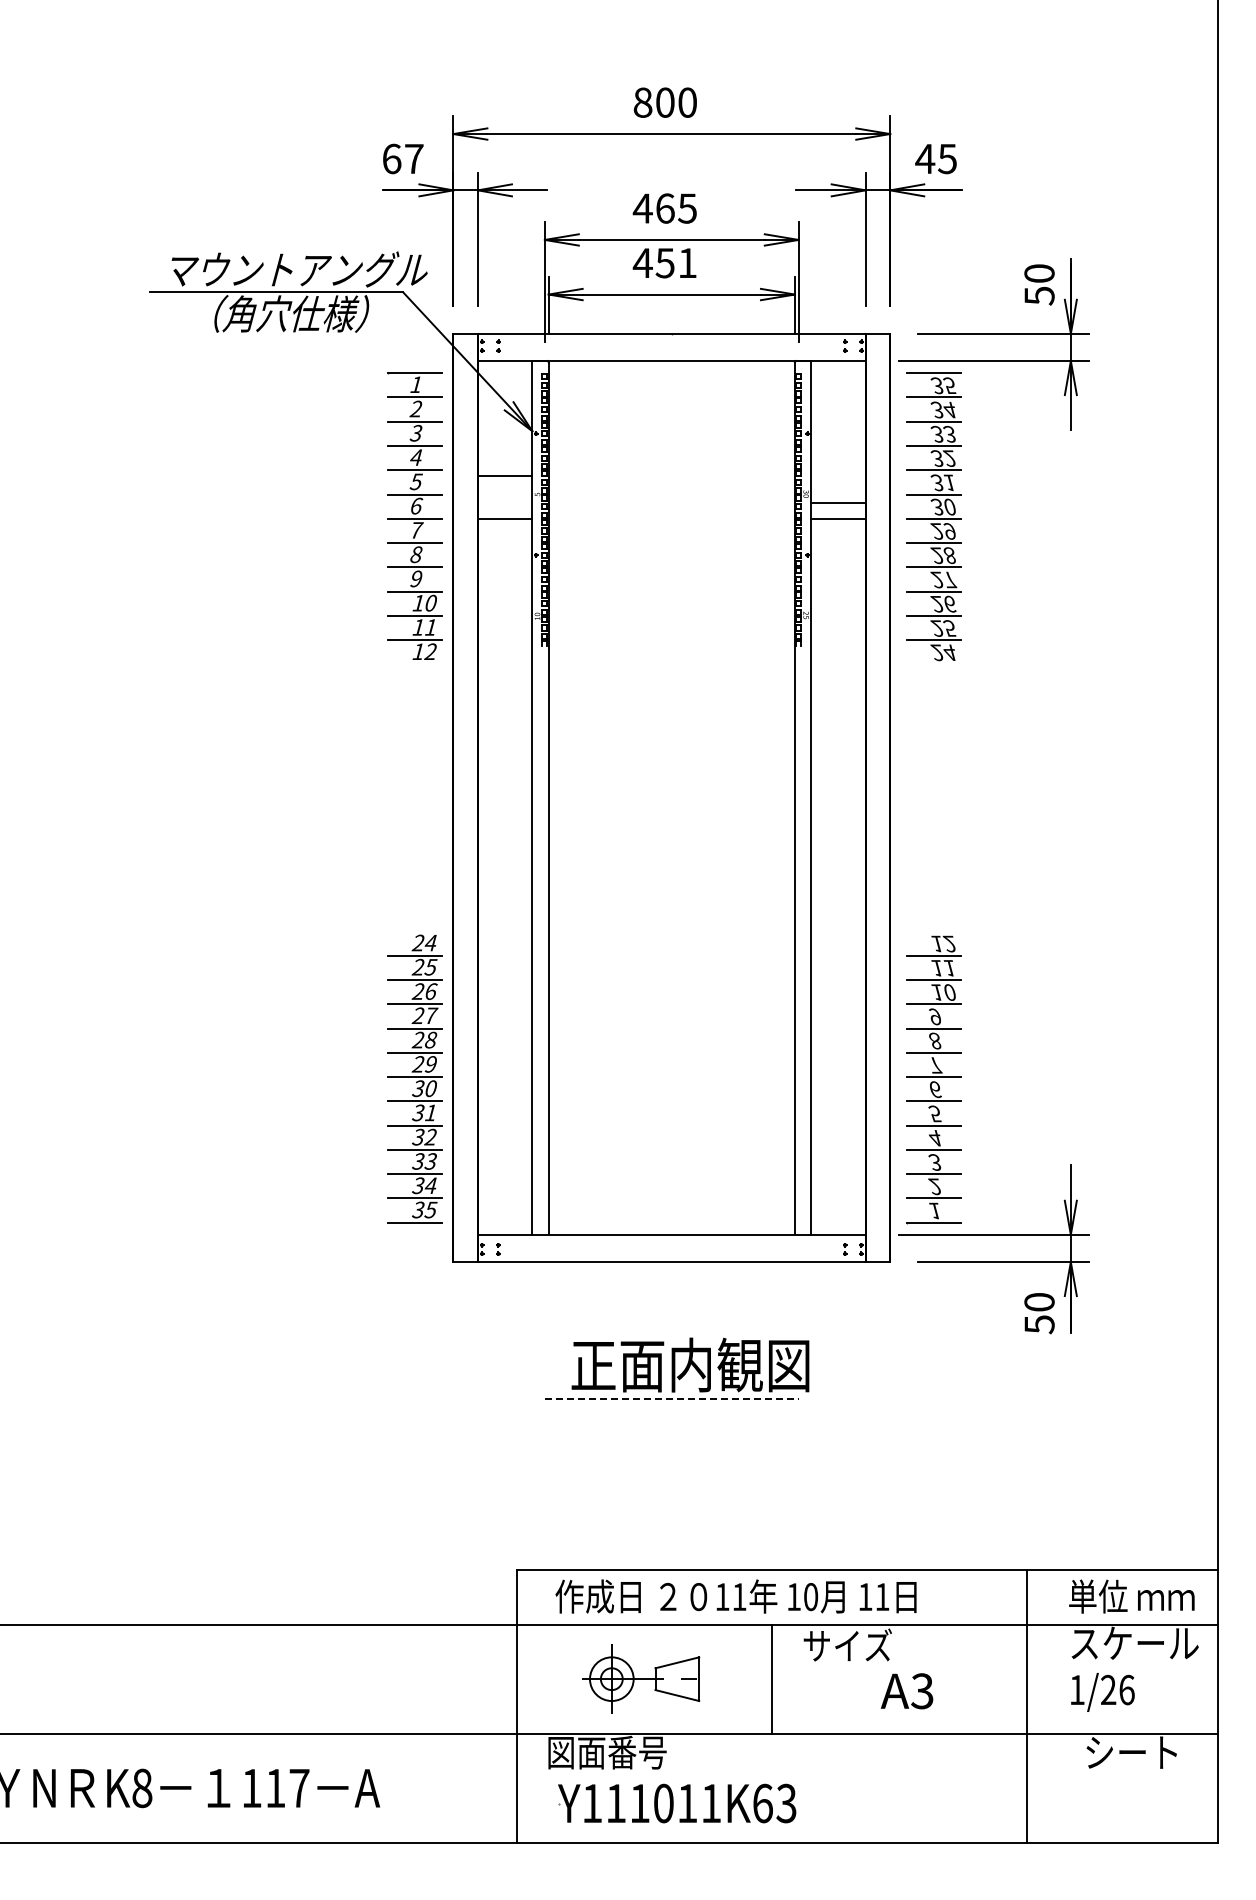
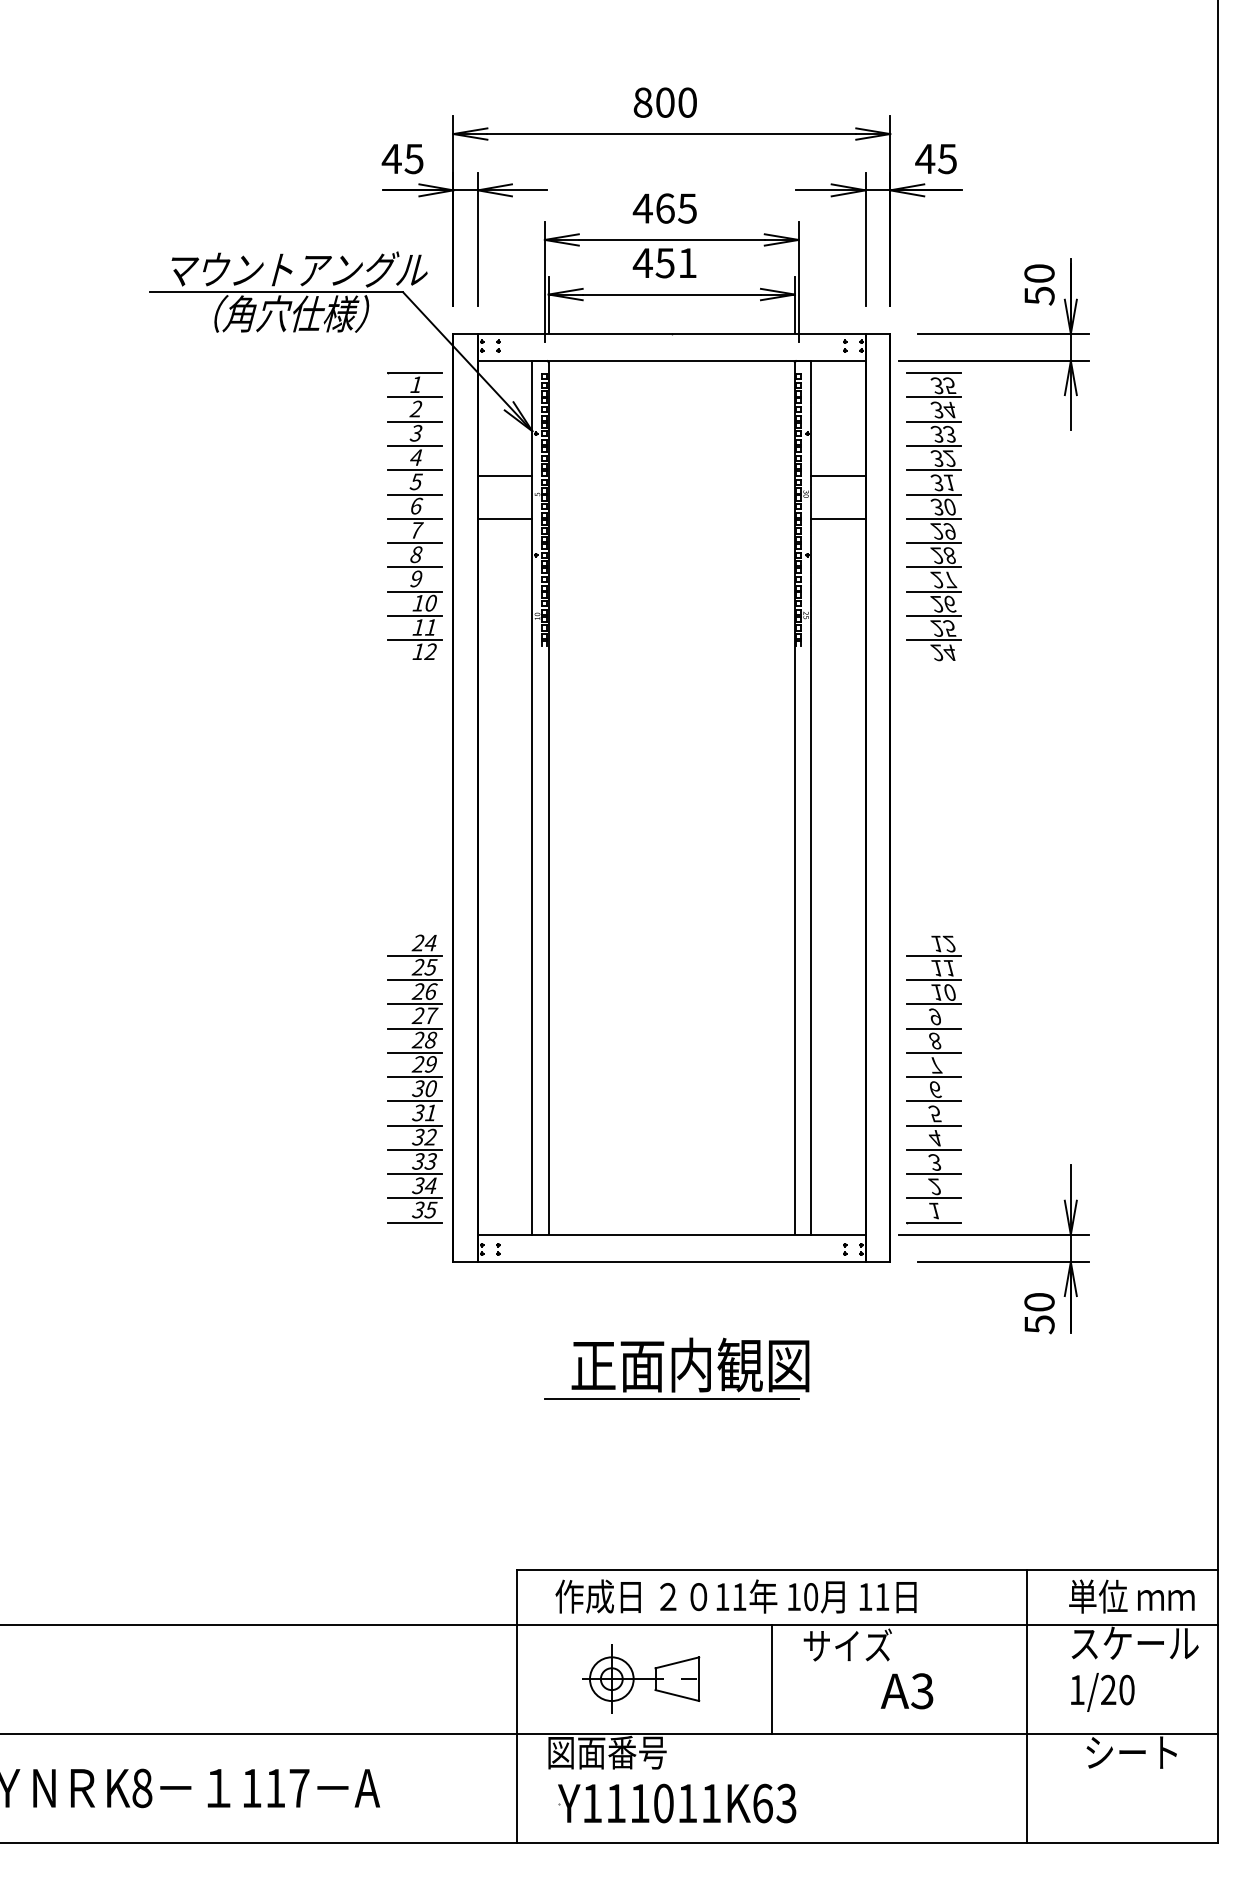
text at (402, 158): 67 -> 45
line at (838, 502) position: (838, 502) -> (838, 475)
line at (672, 1398): dashed -> solid
text at (1126, 1689): 1/26 -> 1/20
